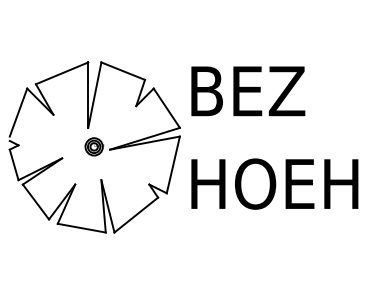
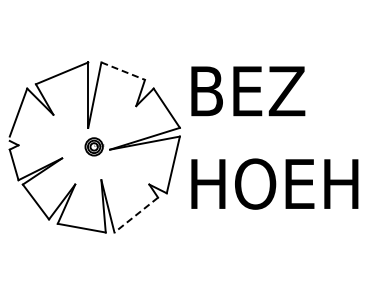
line at (123, 71): solid -> dashed
line at (136, 215): solid -> dashed
